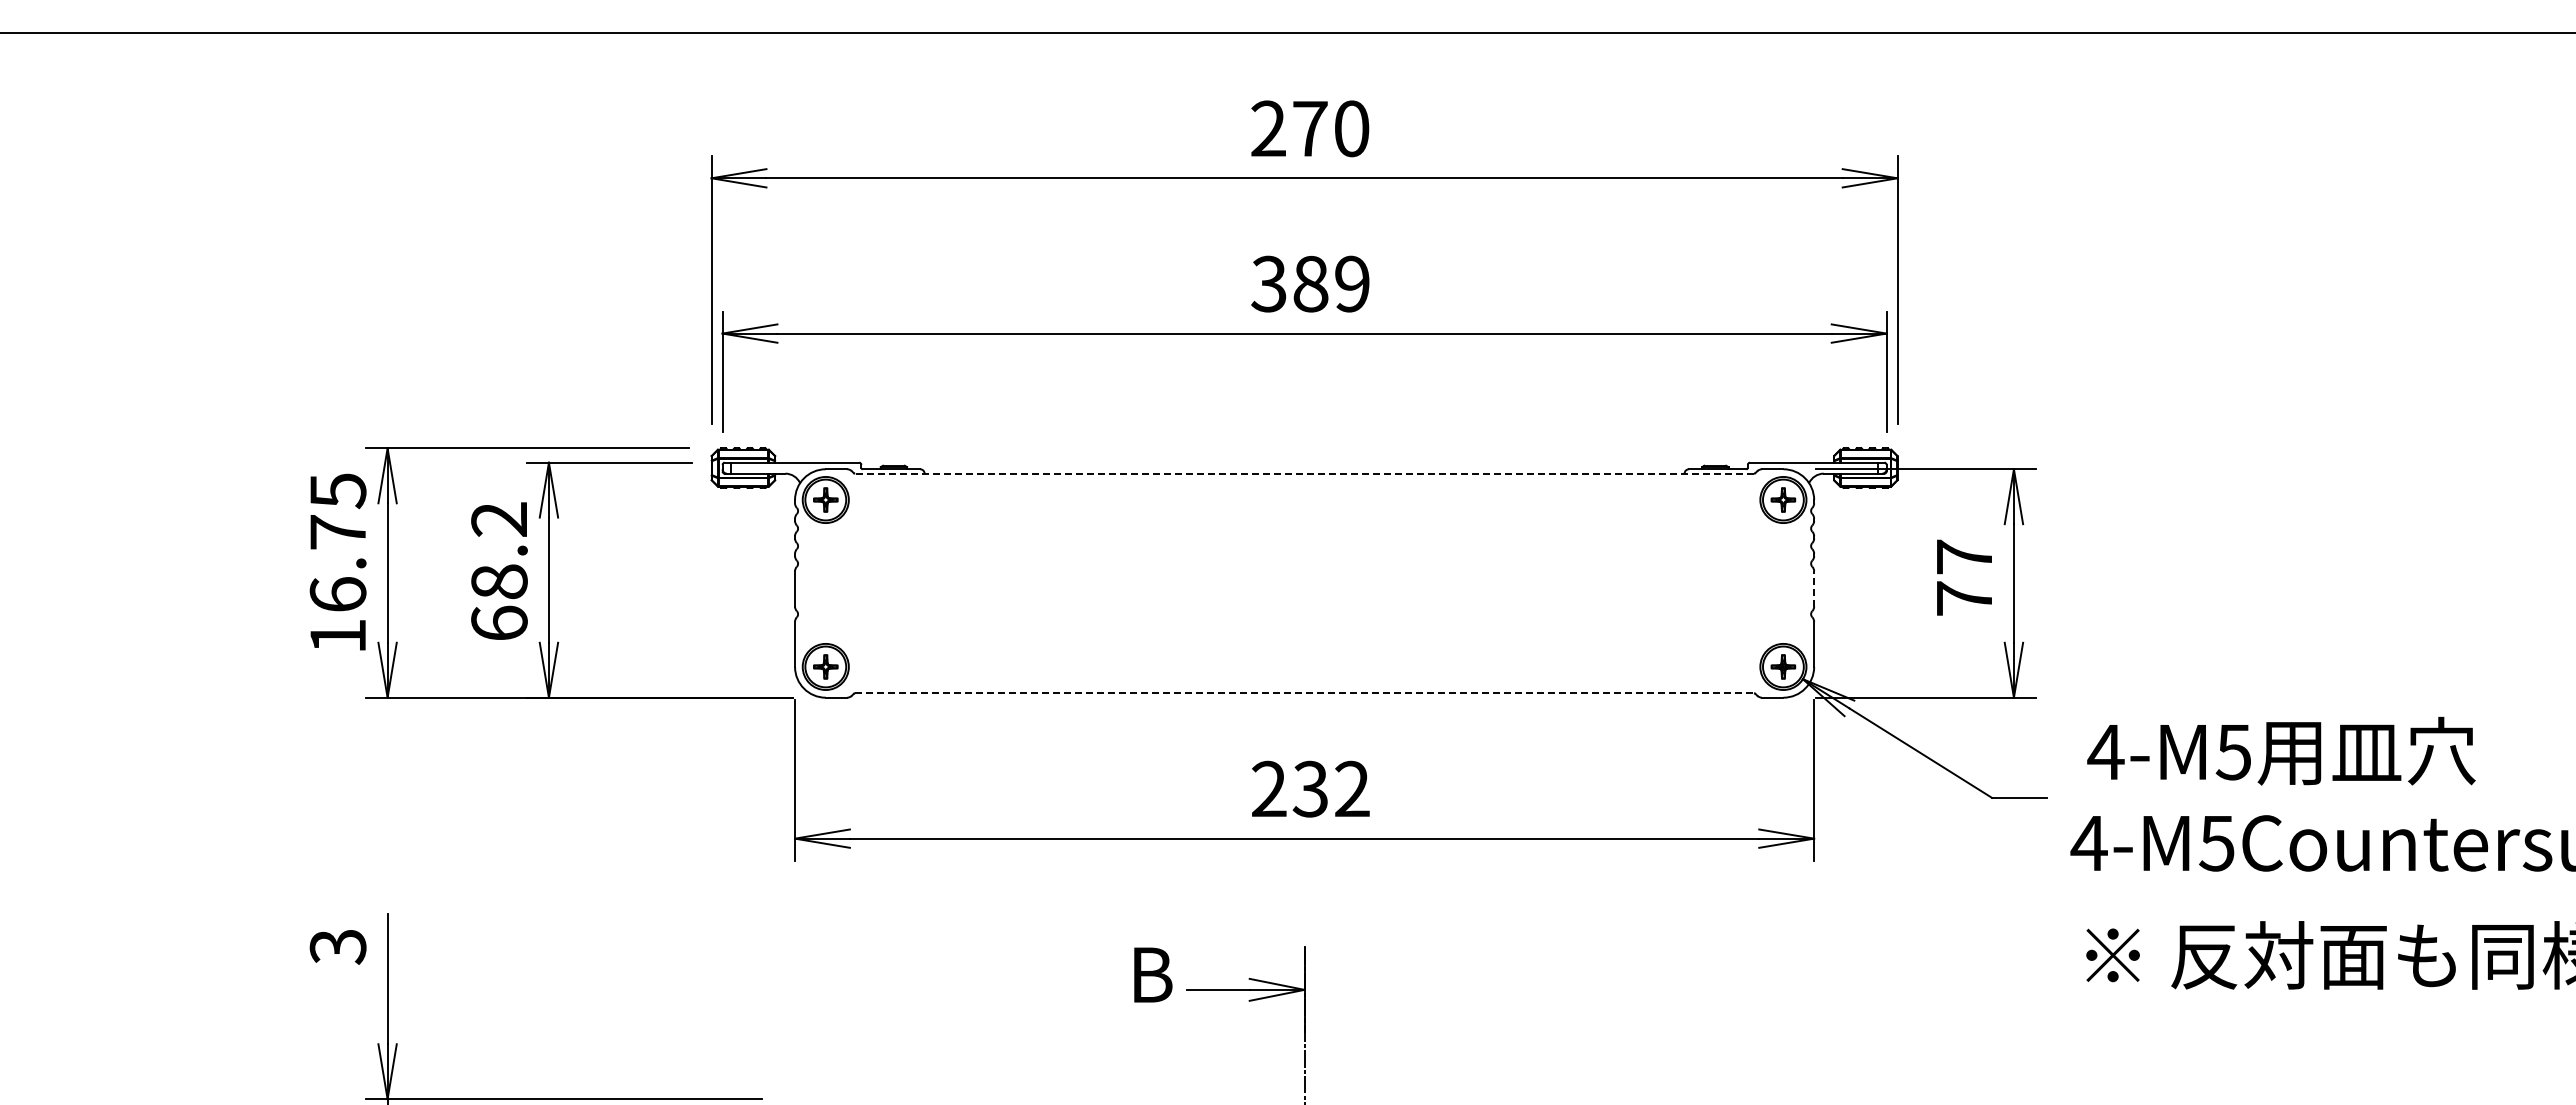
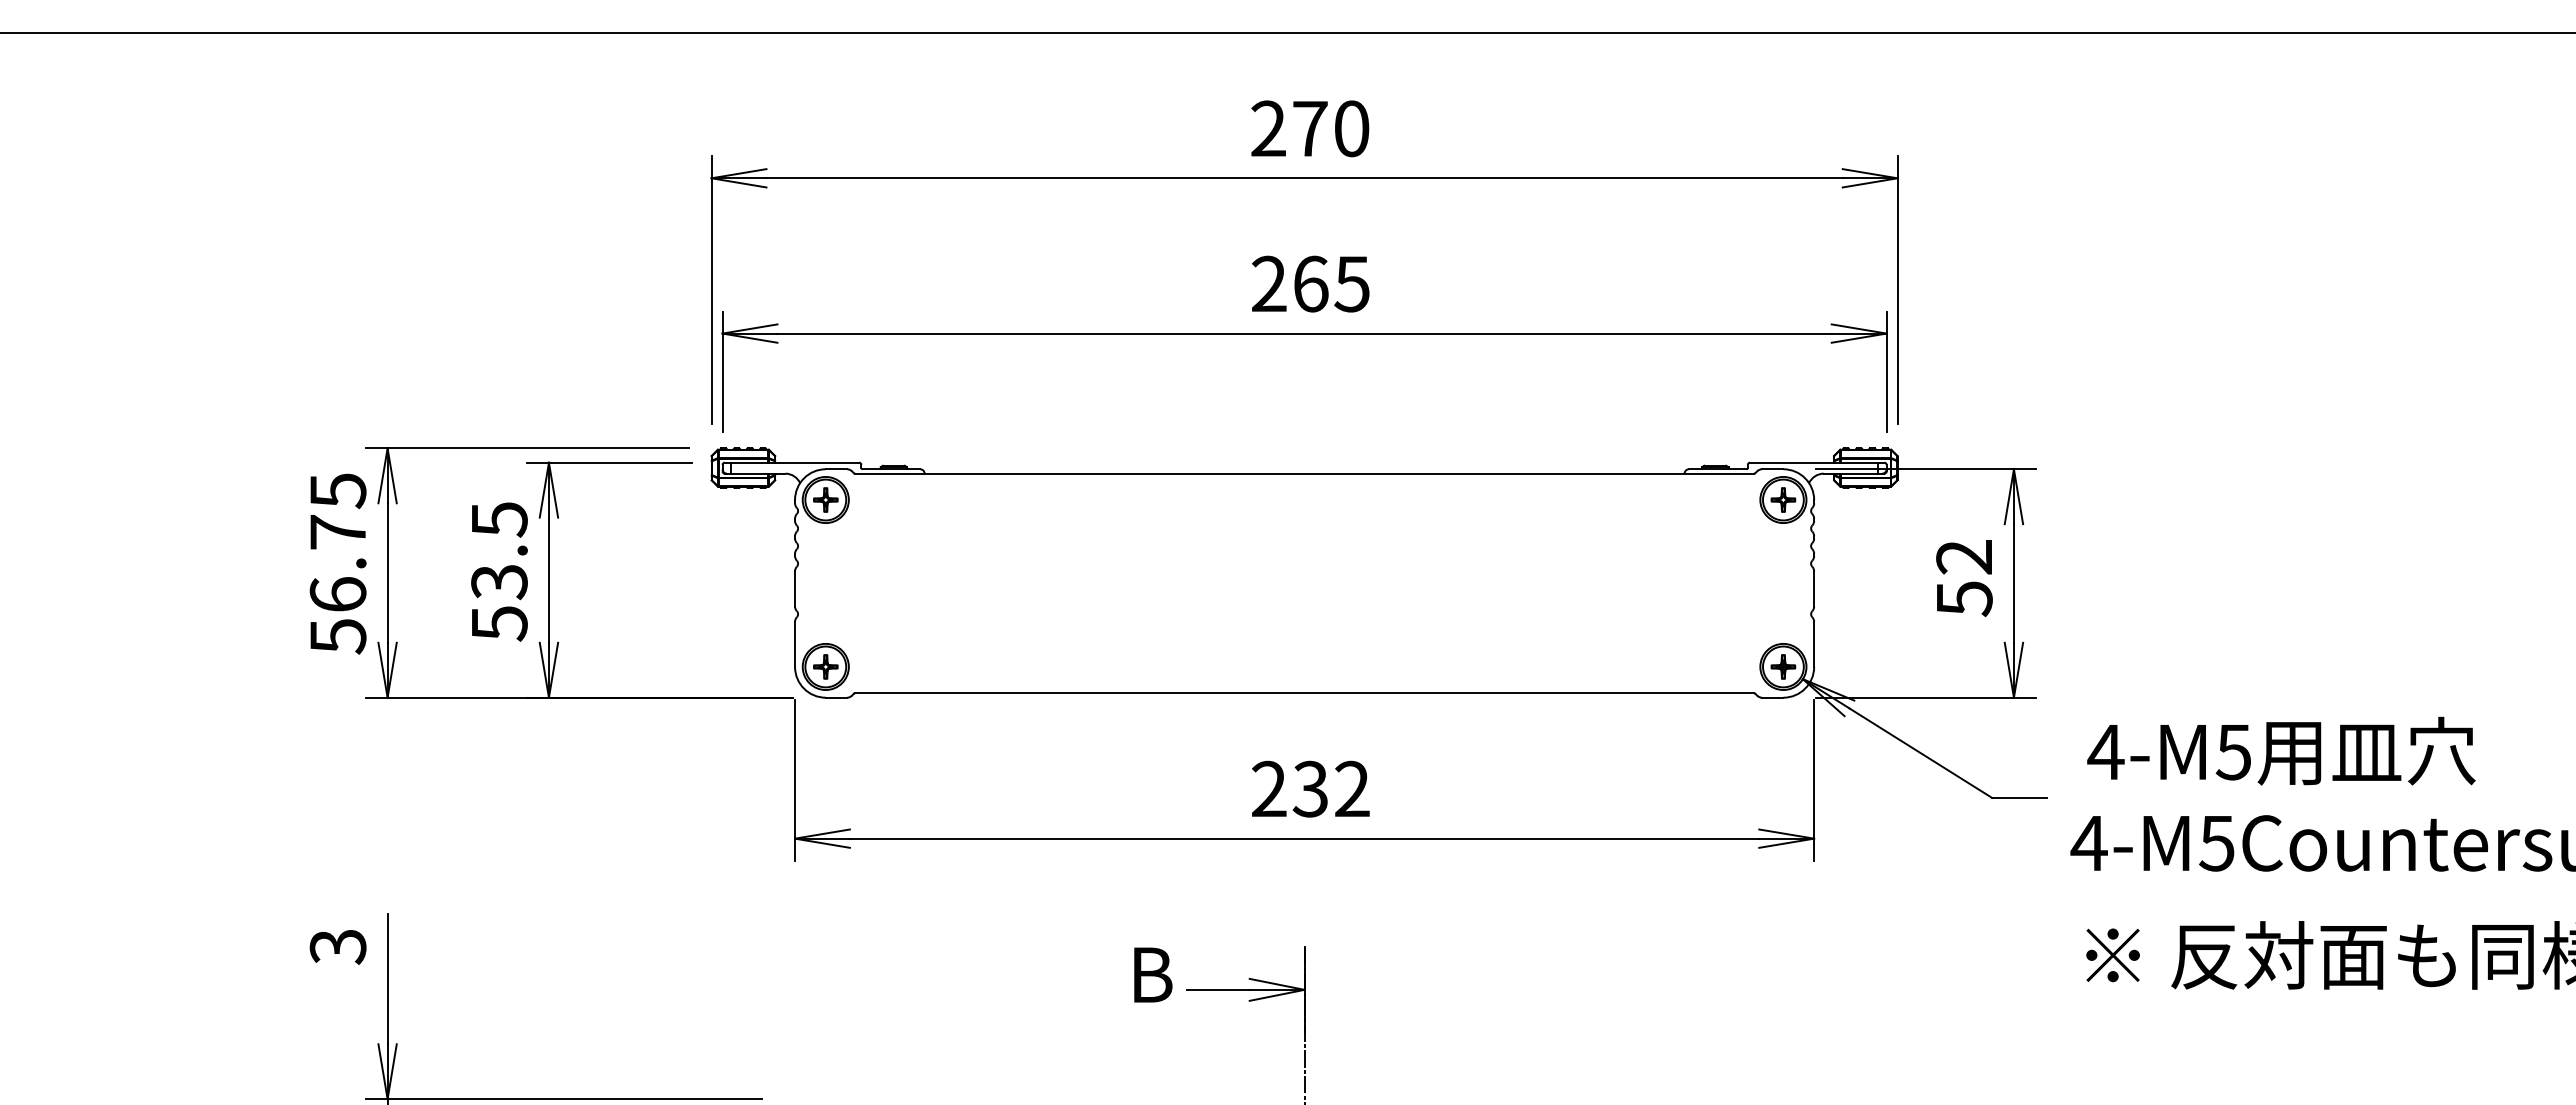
text at (1310, 283): 389 -> 265
line at (1304, 473): dashed -> solid
text at (499, 571): 68.2 -> 53.5
text at (1964, 578): 77 -> 52
line at (1814, 588): dashed -> solid
text at (338, 636): 16.75 -> 56.75
line at (1305, 693): dashed -> solid
